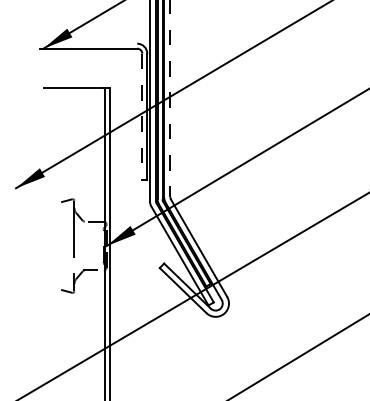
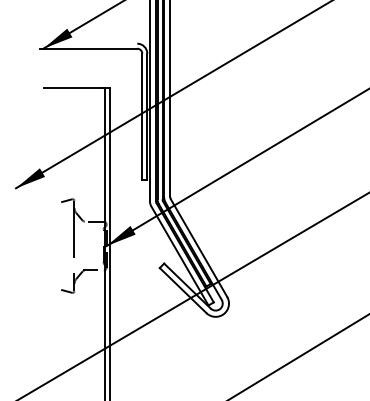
line at (170, 99): dashed -> solid
line at (142, 117): dashed -> solid
